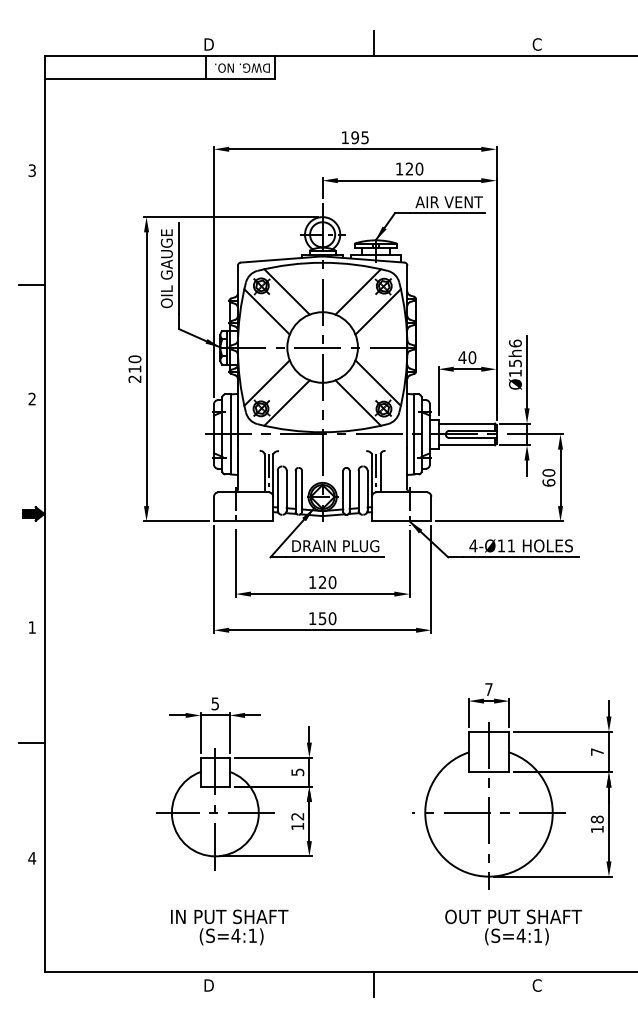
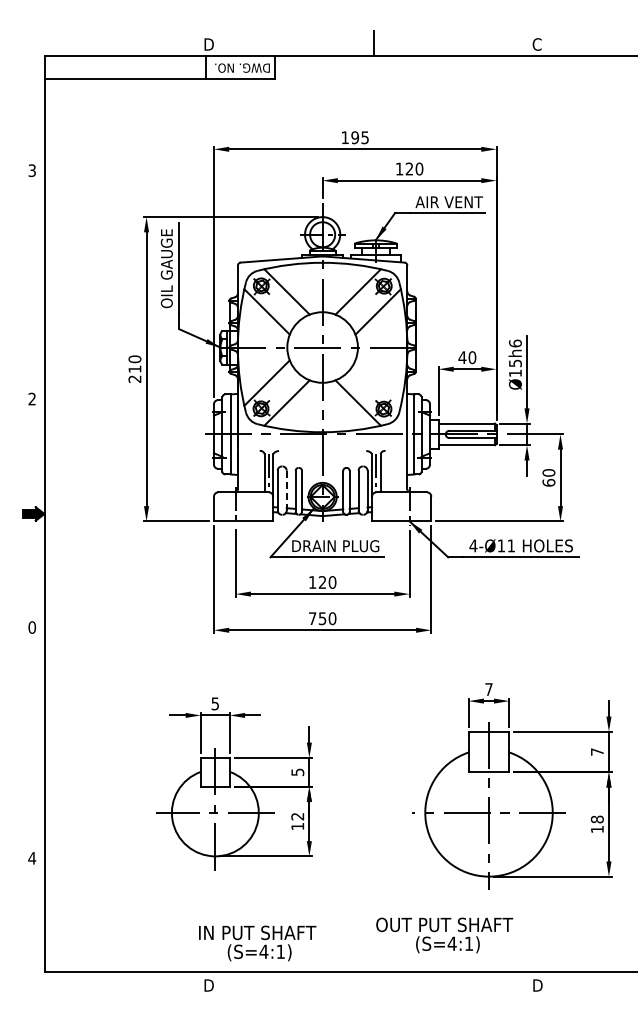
line at (31, 285): present -> none
line at (377, 382): present -> none
line at (286, 490): solid -> dashed
text at (312, 618): 150 -> 750
text at (32, 627): 1 -> 0
line at (31, 742): present -> none
text at (229, 927) position: (229, 927) -> (257, 943)
text at (513, 927) position: (513, 927) -> (444, 935)
line at (373, 984): present -> none
text at (537, 985): C -> D
